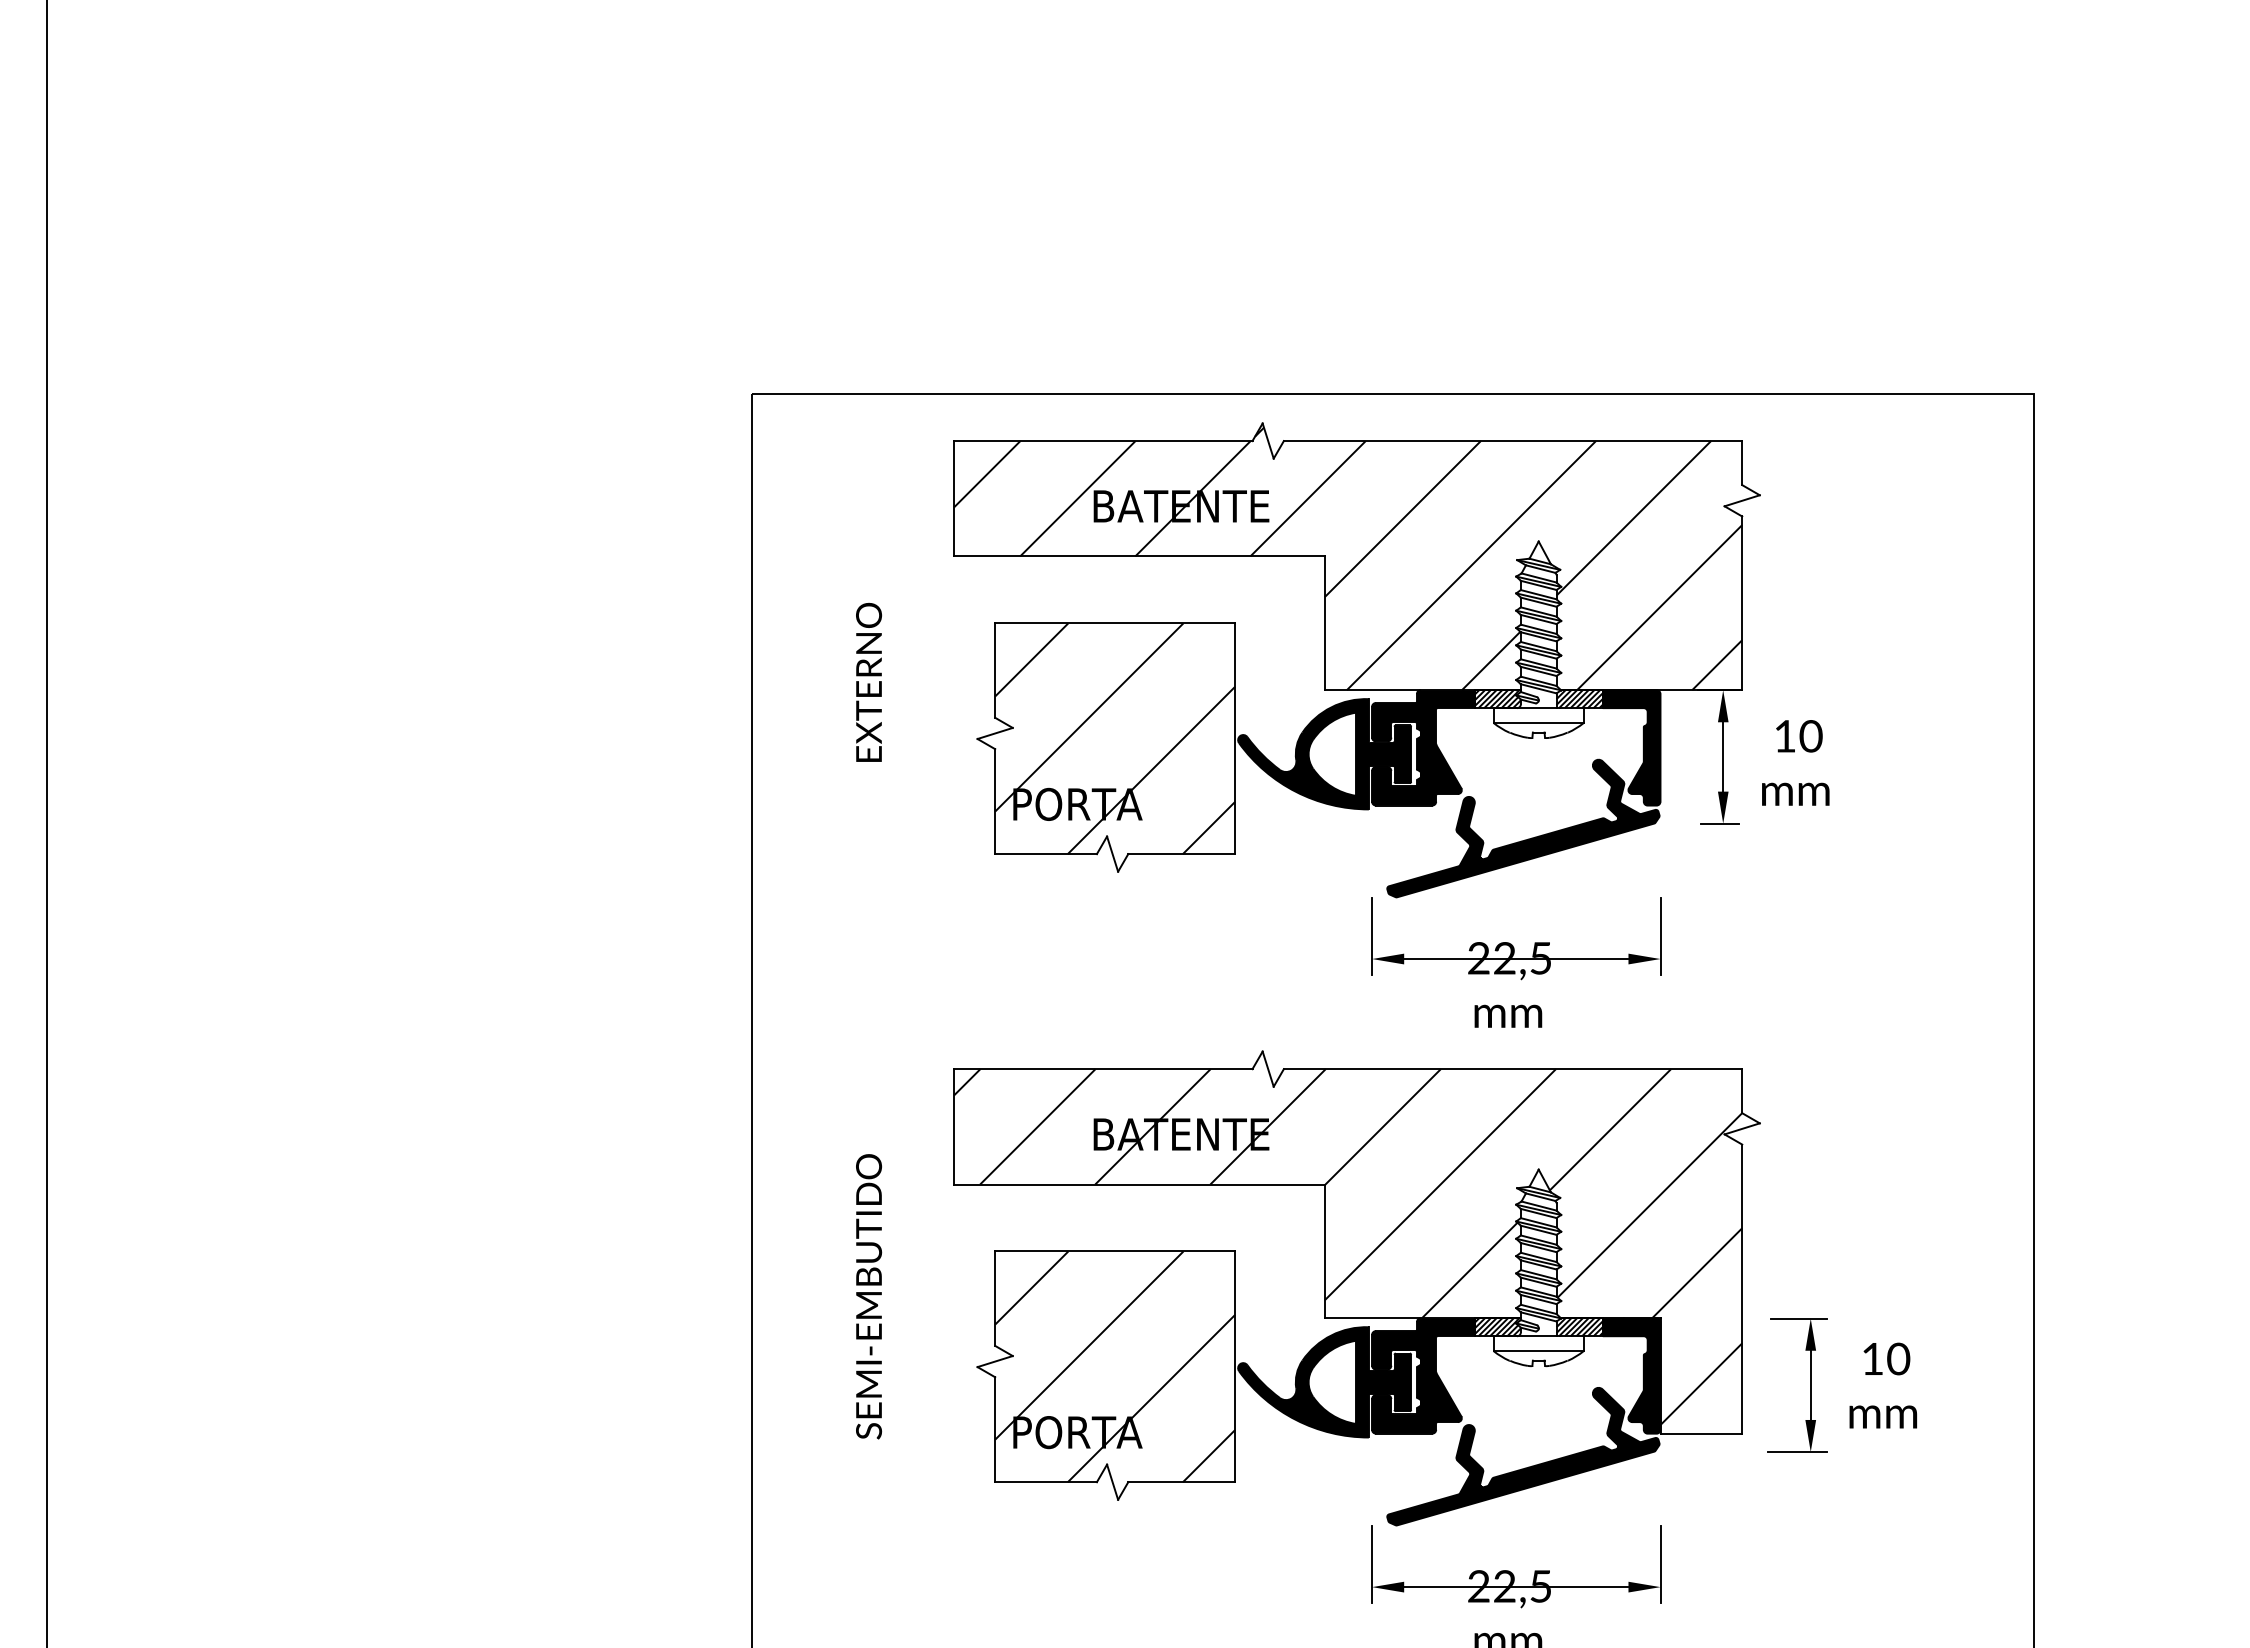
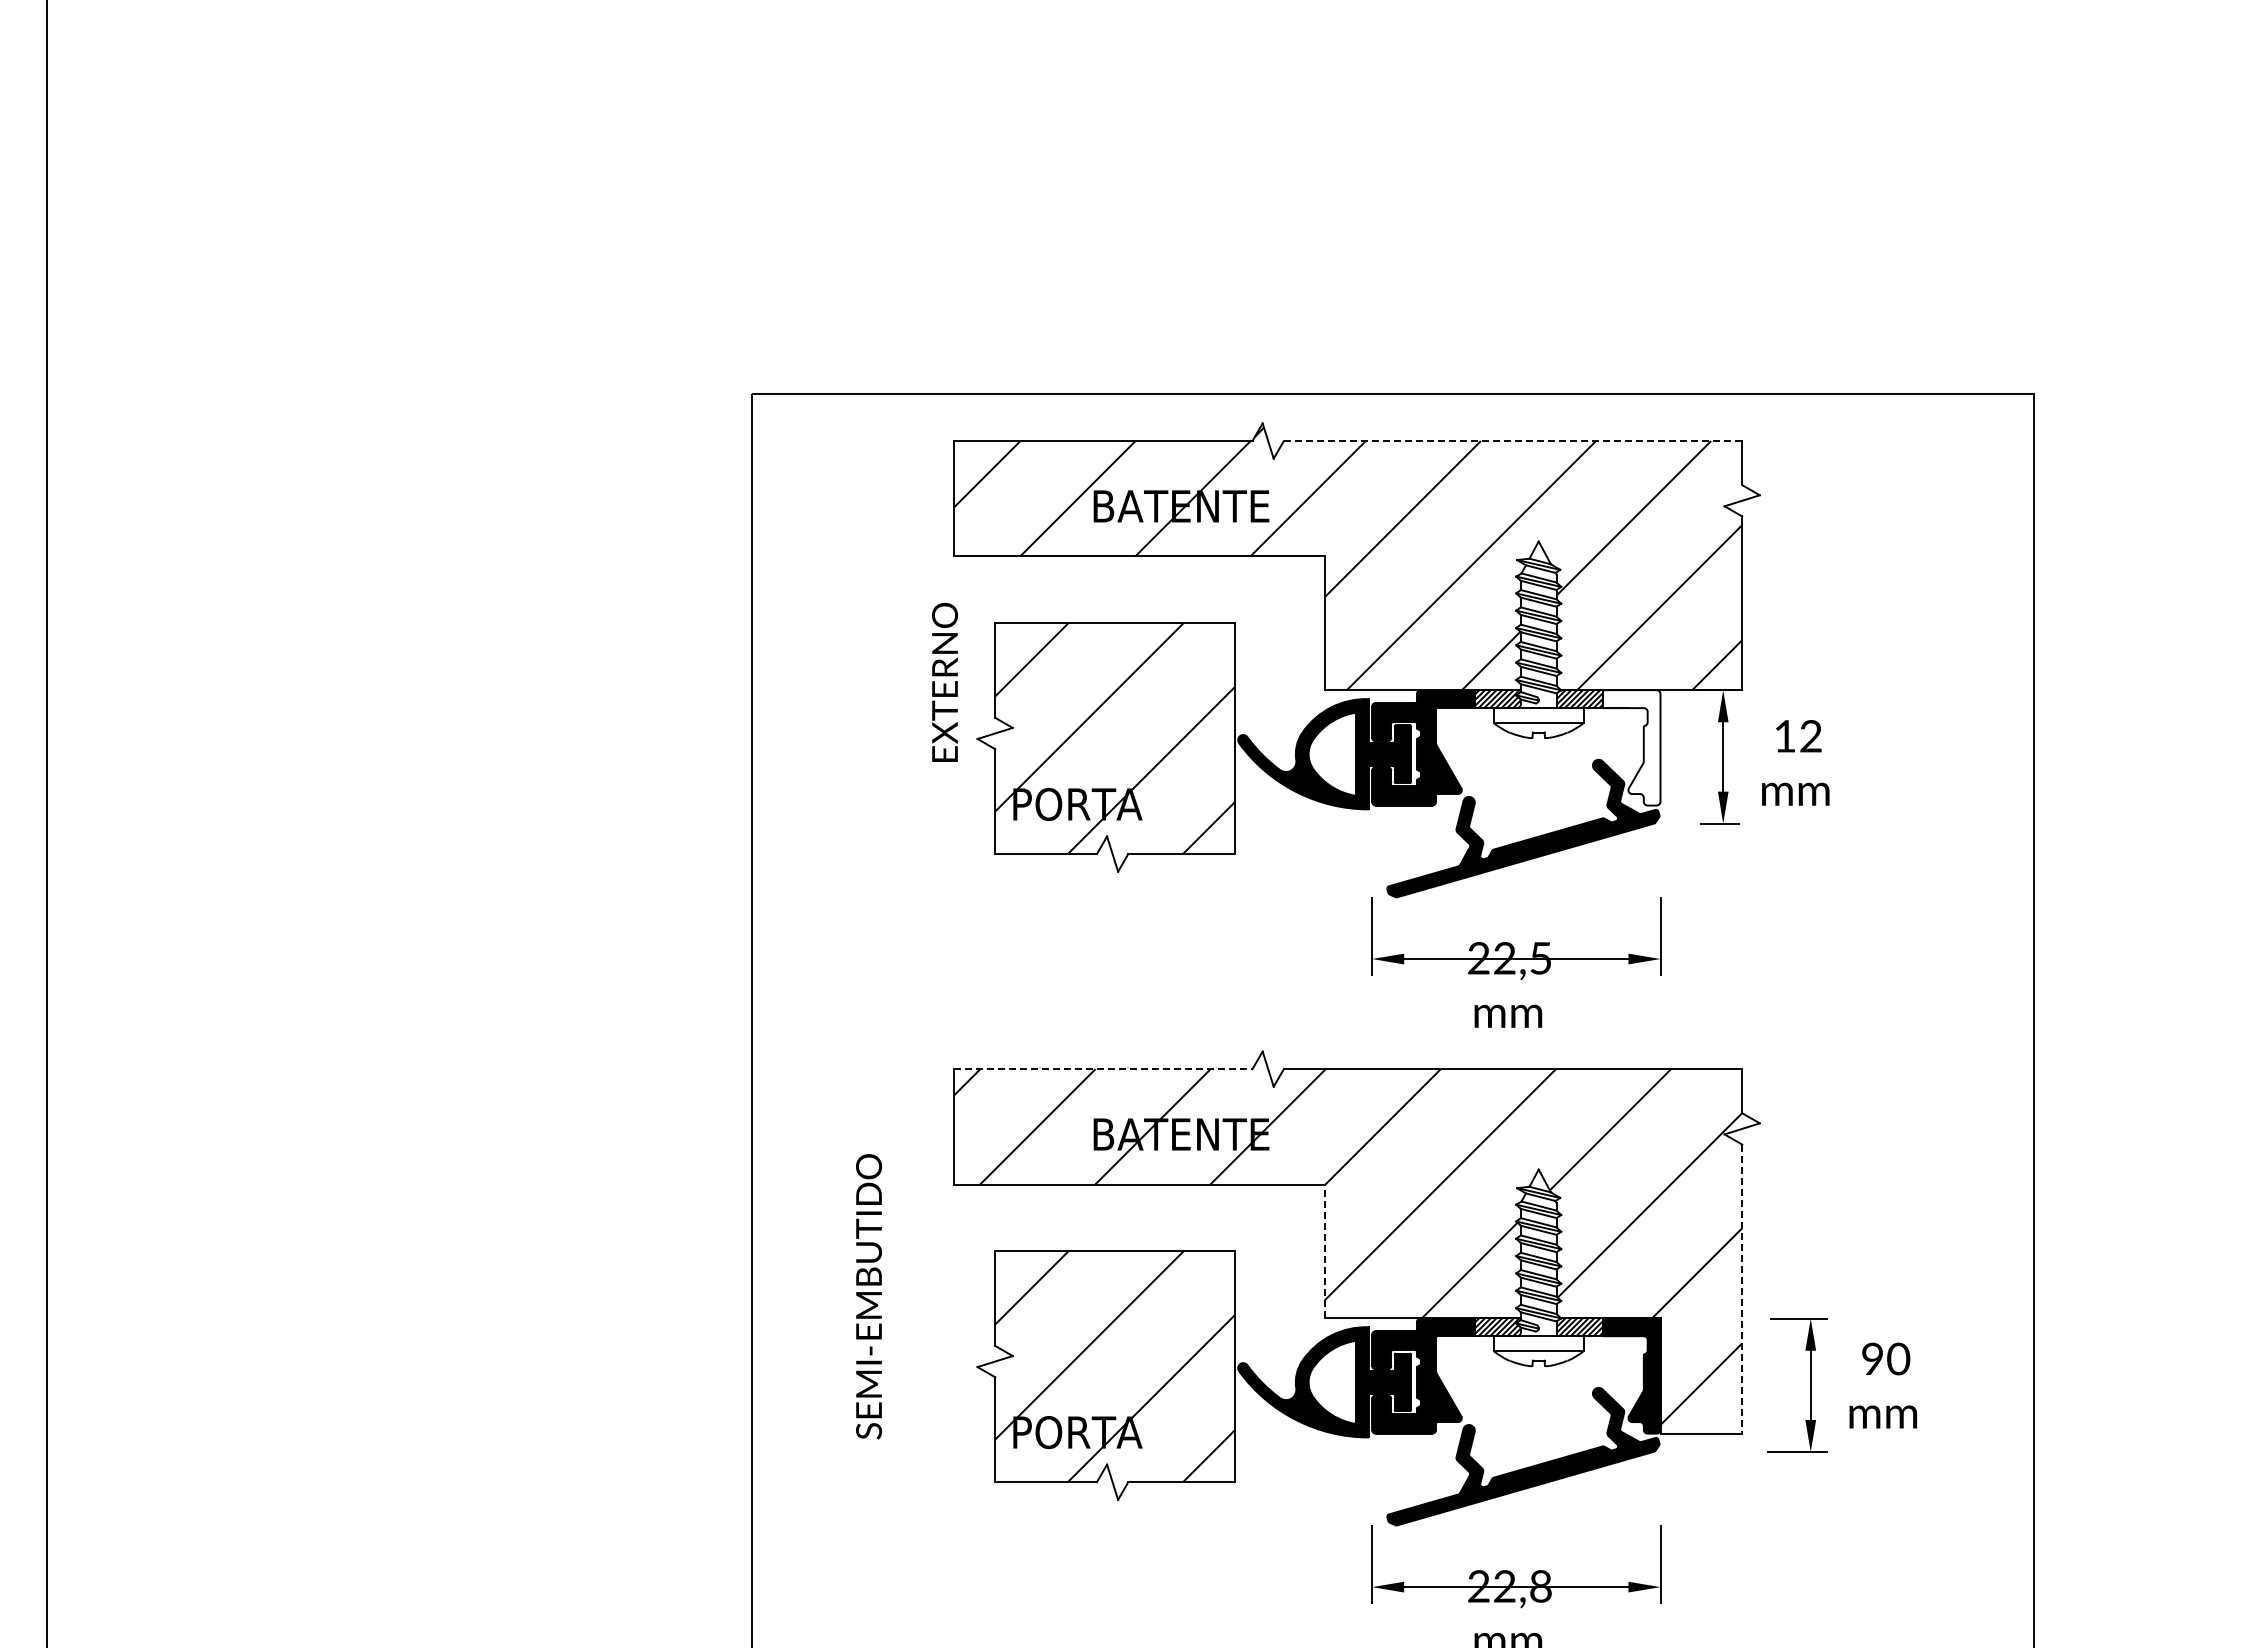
line at (1513, 441): solid -> dashed
text at (868, 681) position: (868, 681) -> (944, 681)
text at (1810, 736): 10 -> 12
fill at (1631, 747): present -> none
line at (1103, 1069): solid -> dashed
line at (1324, 1251): solid -> dashed
line at (1742, 1289): solid -> dashed
text at (1872, 1358): 10 -> 90
text at (1540, 1586): 22,5 -> 22,8
